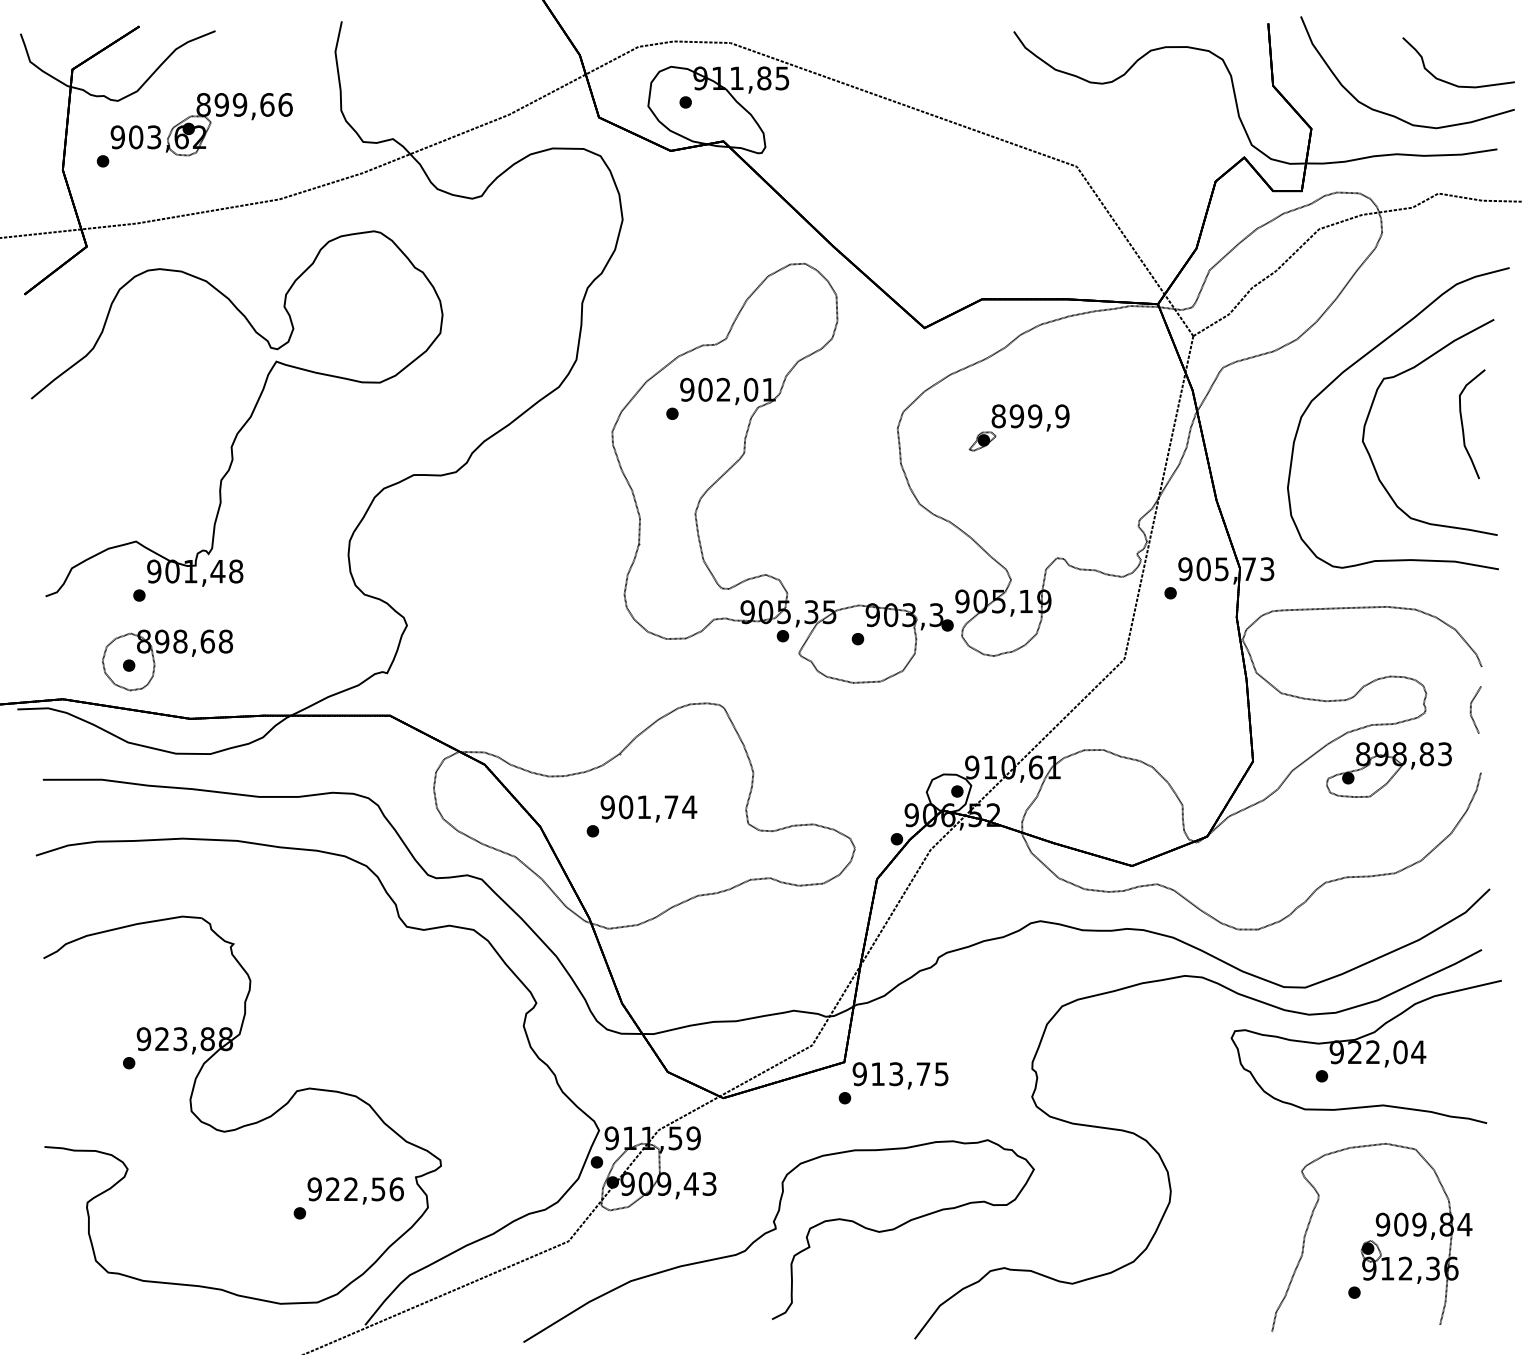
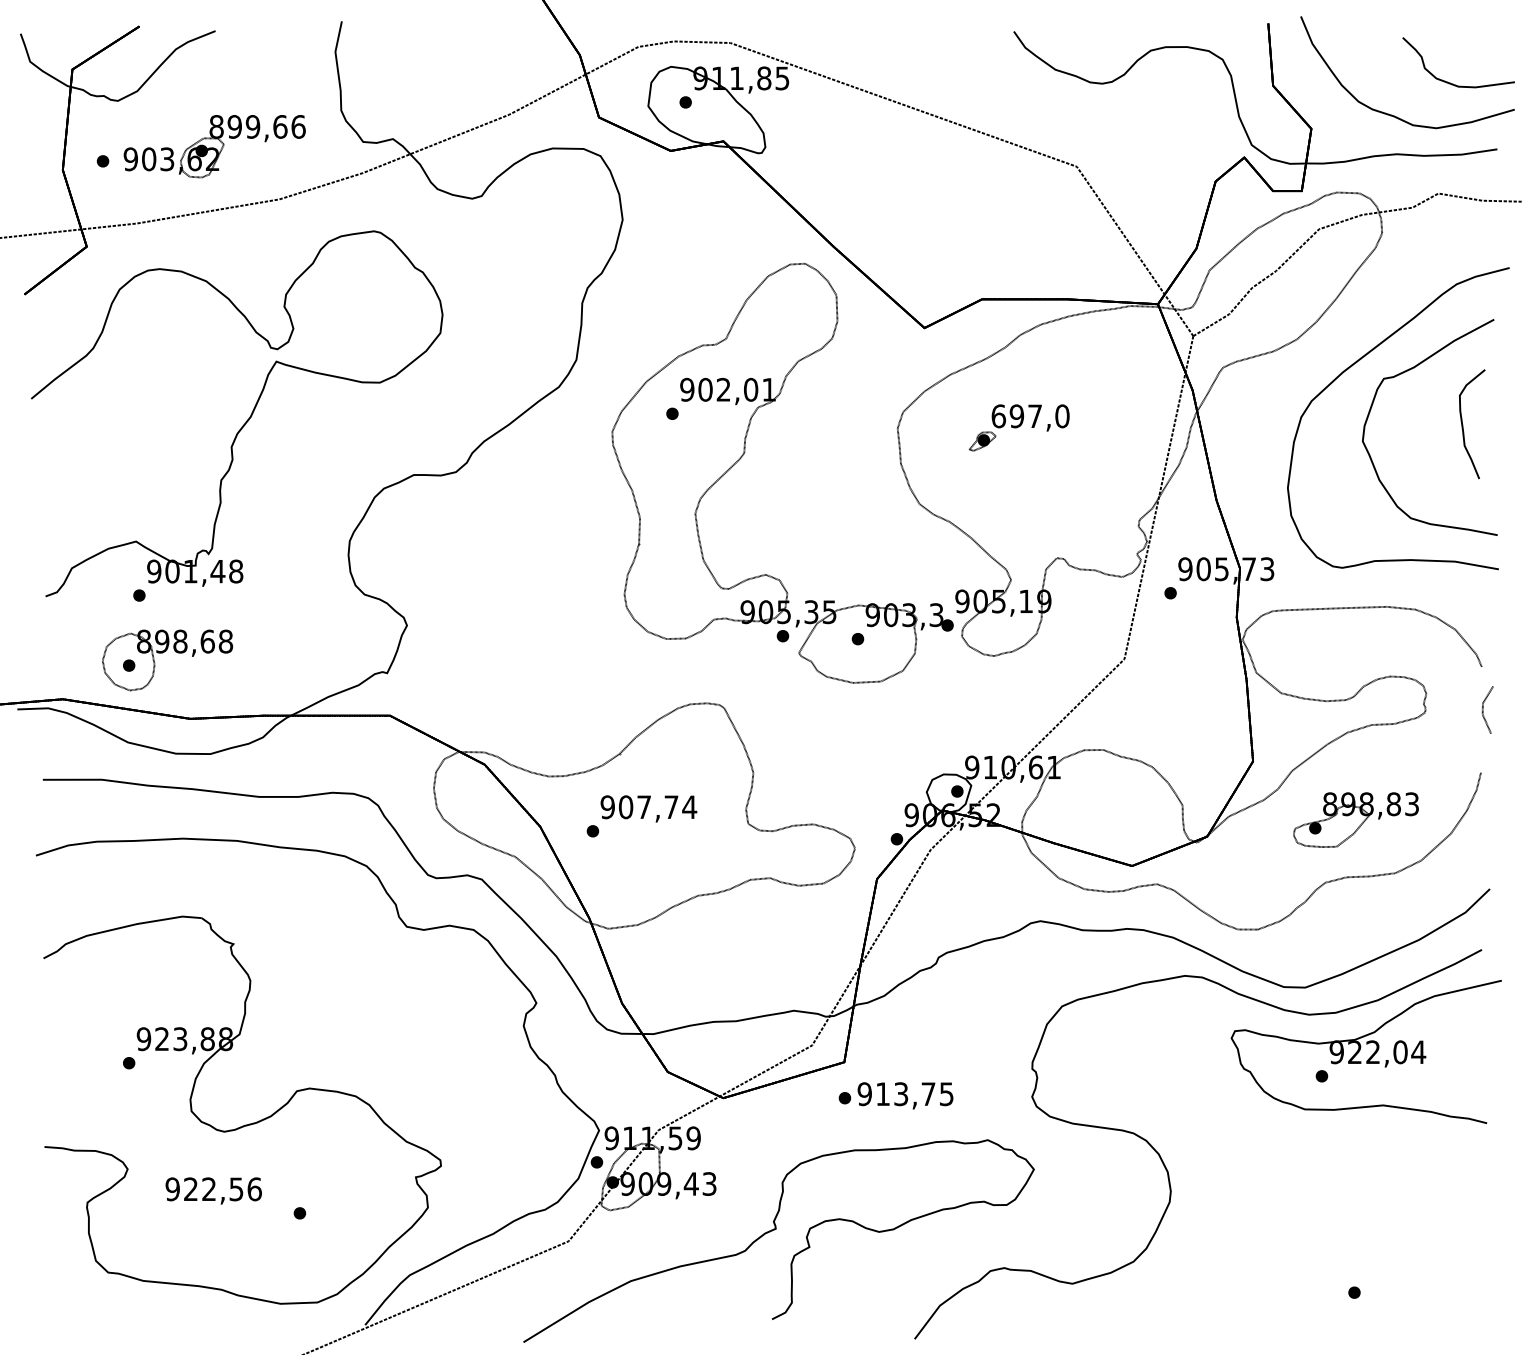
part at (201, 124) position: (201, 124) -> (214, 146)
text at (1030, 416): 899,9 -> 697,0
line at (1471, 709) position: (1471, 709) -> (1483, 709)
part at (1388, 769) position: (1388, 769) -> (1355, 819)
text at (643, 806): 901,74 -> 907,74
text at (900, 1075) position: (900, 1075) -> (905, 1095)
text at (355, 1190) position: (355, 1190) -> (213, 1190)
part at (1371, 1236): present -> none
